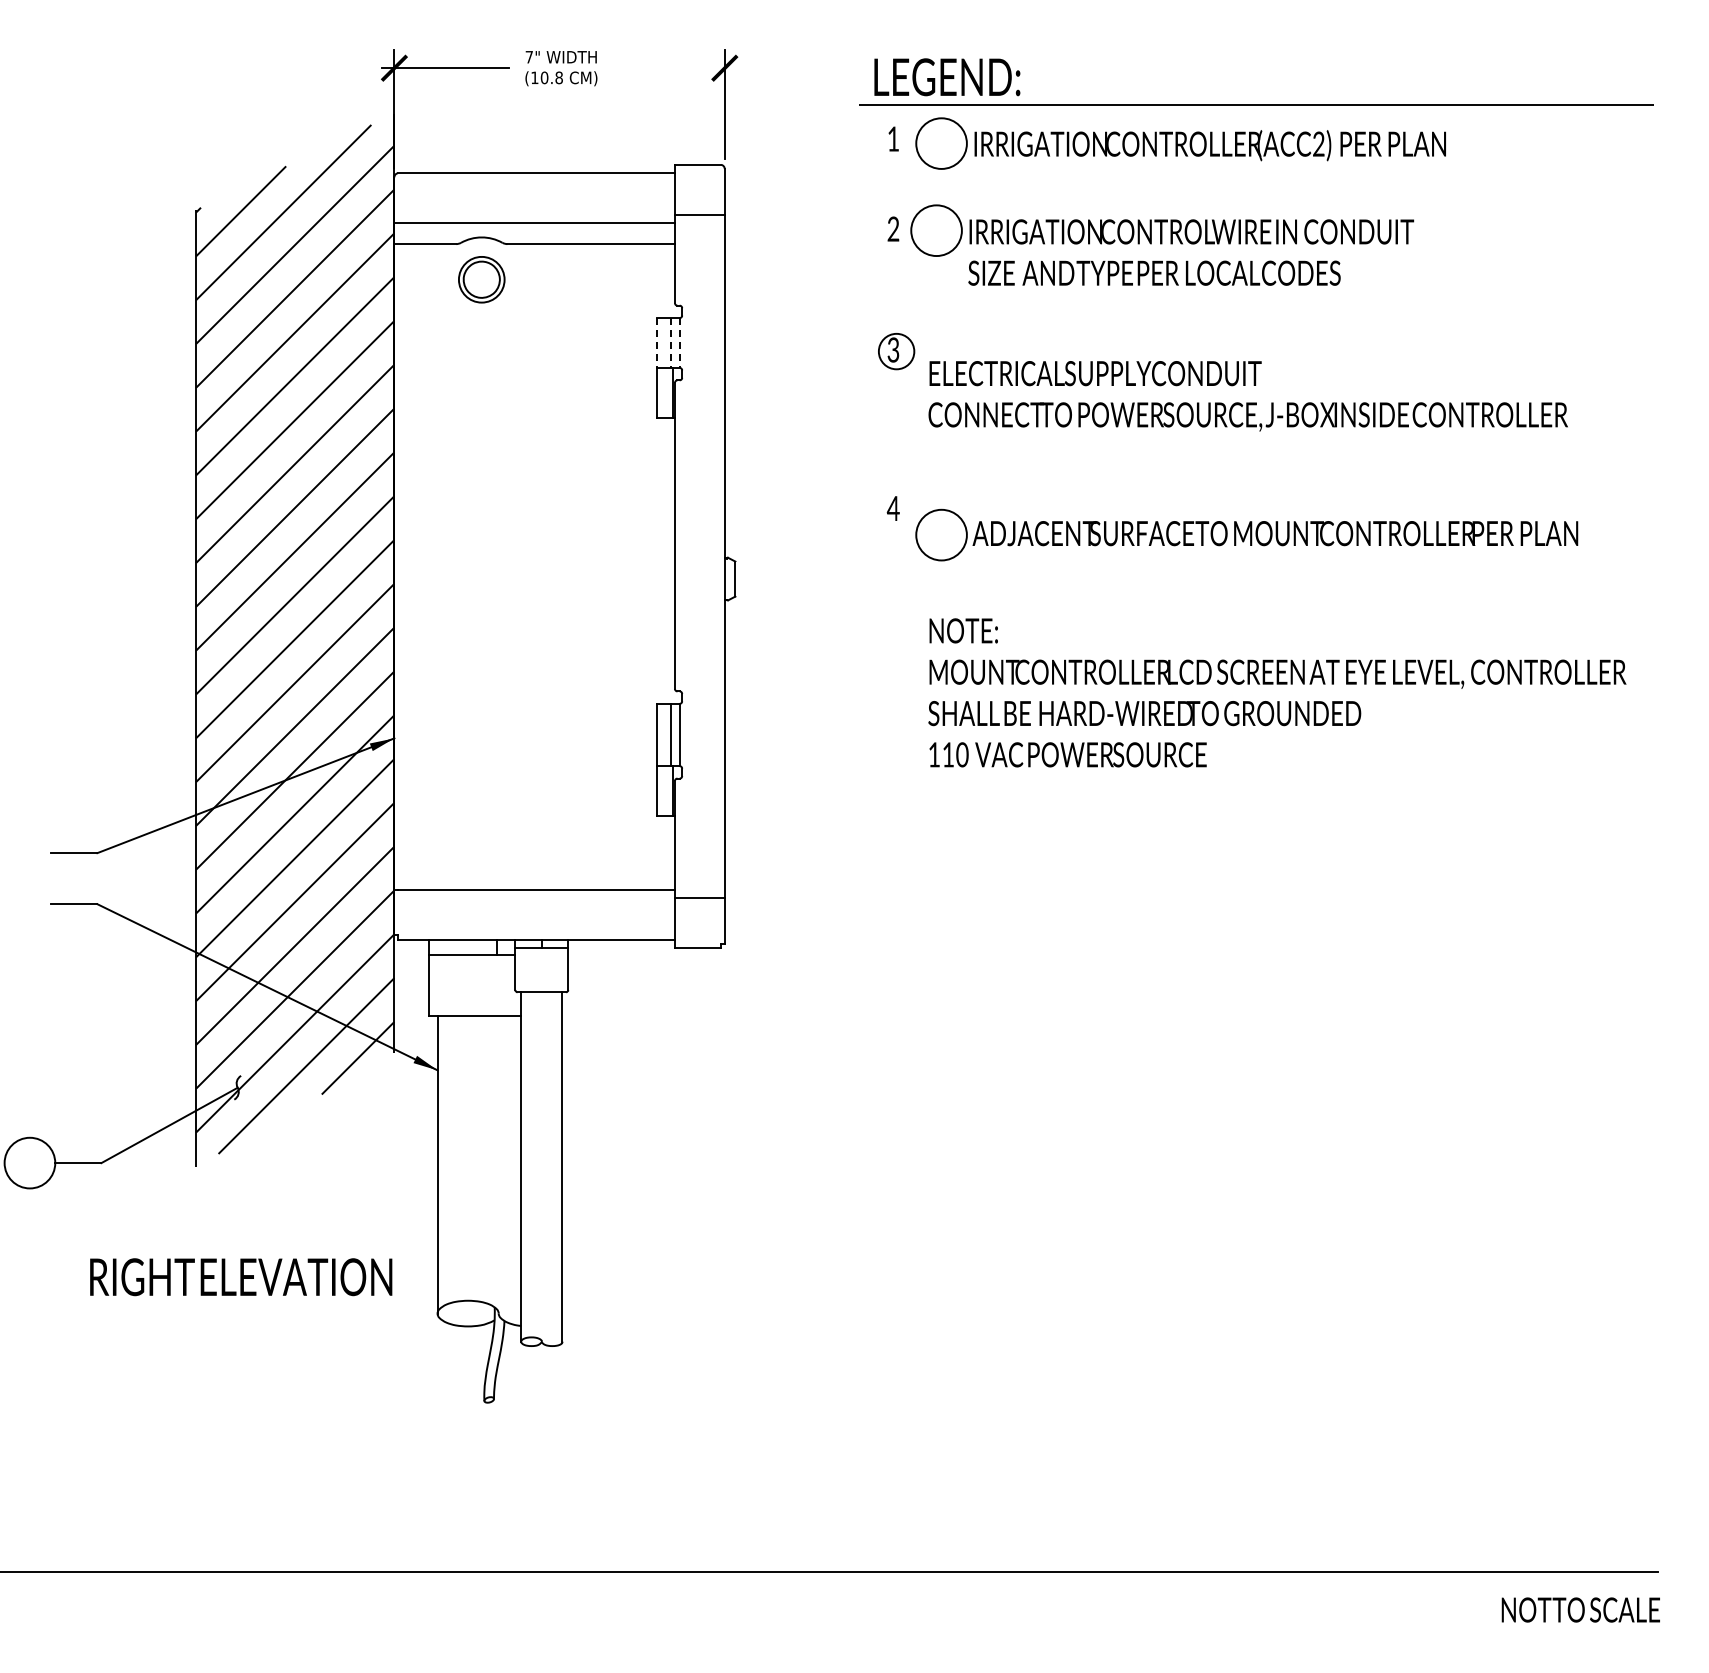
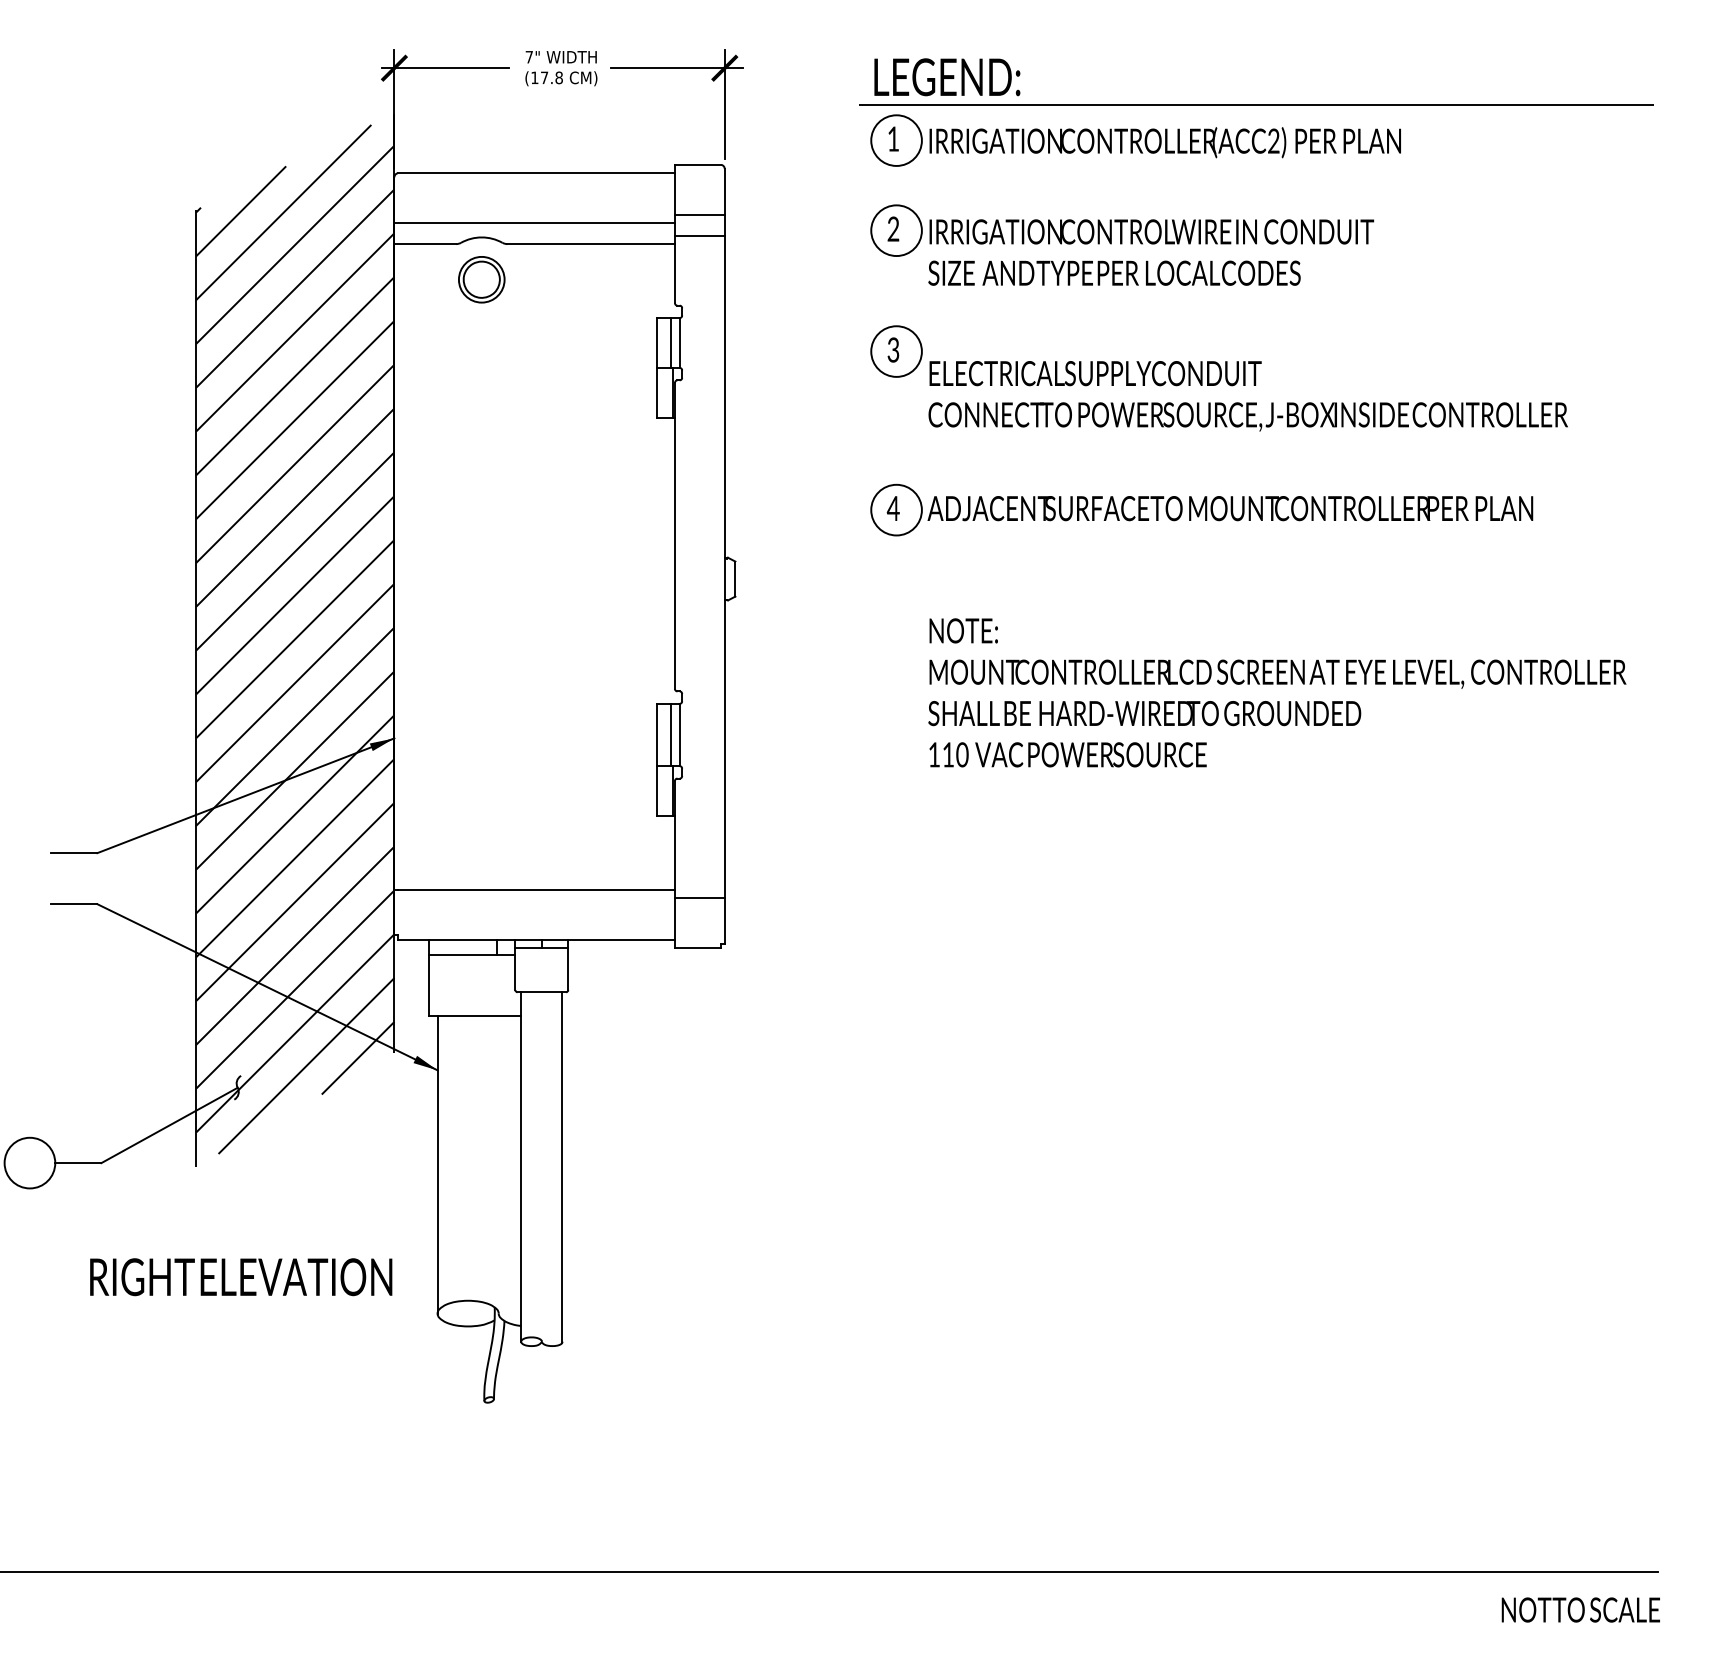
line at (676, 68): none -> present
text at (544, 77): (10.8 -> (17.8
part at (1180, 143) position: (1180, 143) -> (1135, 140)
line at (699, 235): none -> present
part at (1162, 244) position: (1162, 244) -> (1122, 244)
line at (656, 343): dashed -> solid
line at (671, 343): dashed -> solid
line at (679, 343): dashed -> solid
circle at (896, 351) diameter: 35 px -> 51 px
part at (1246, 534) position: (1246, 534) -> (1201, 509)
